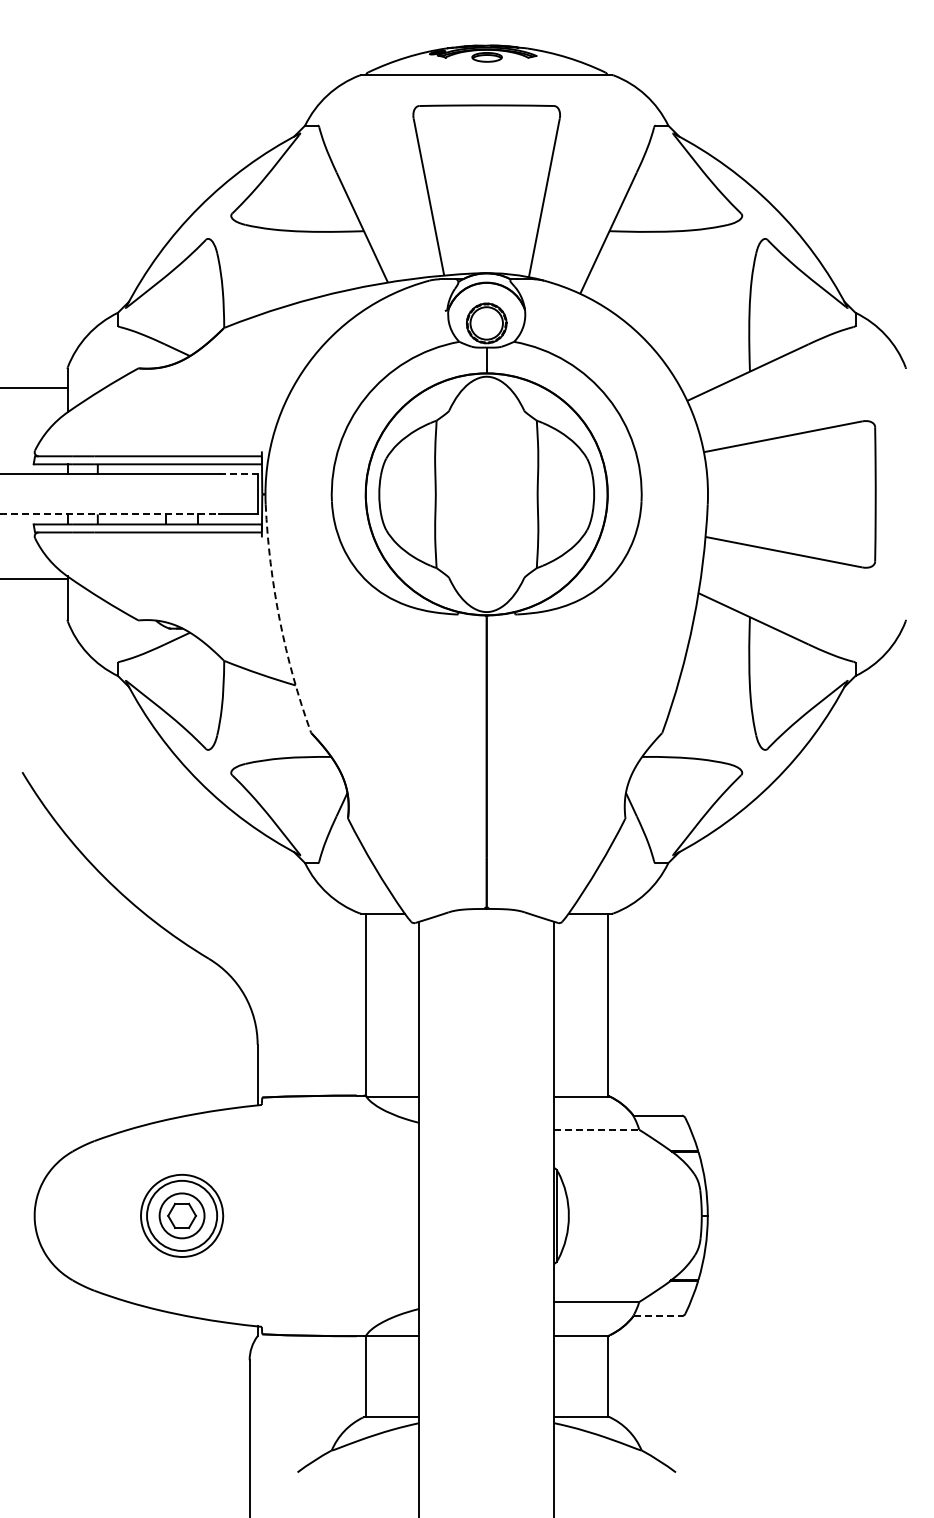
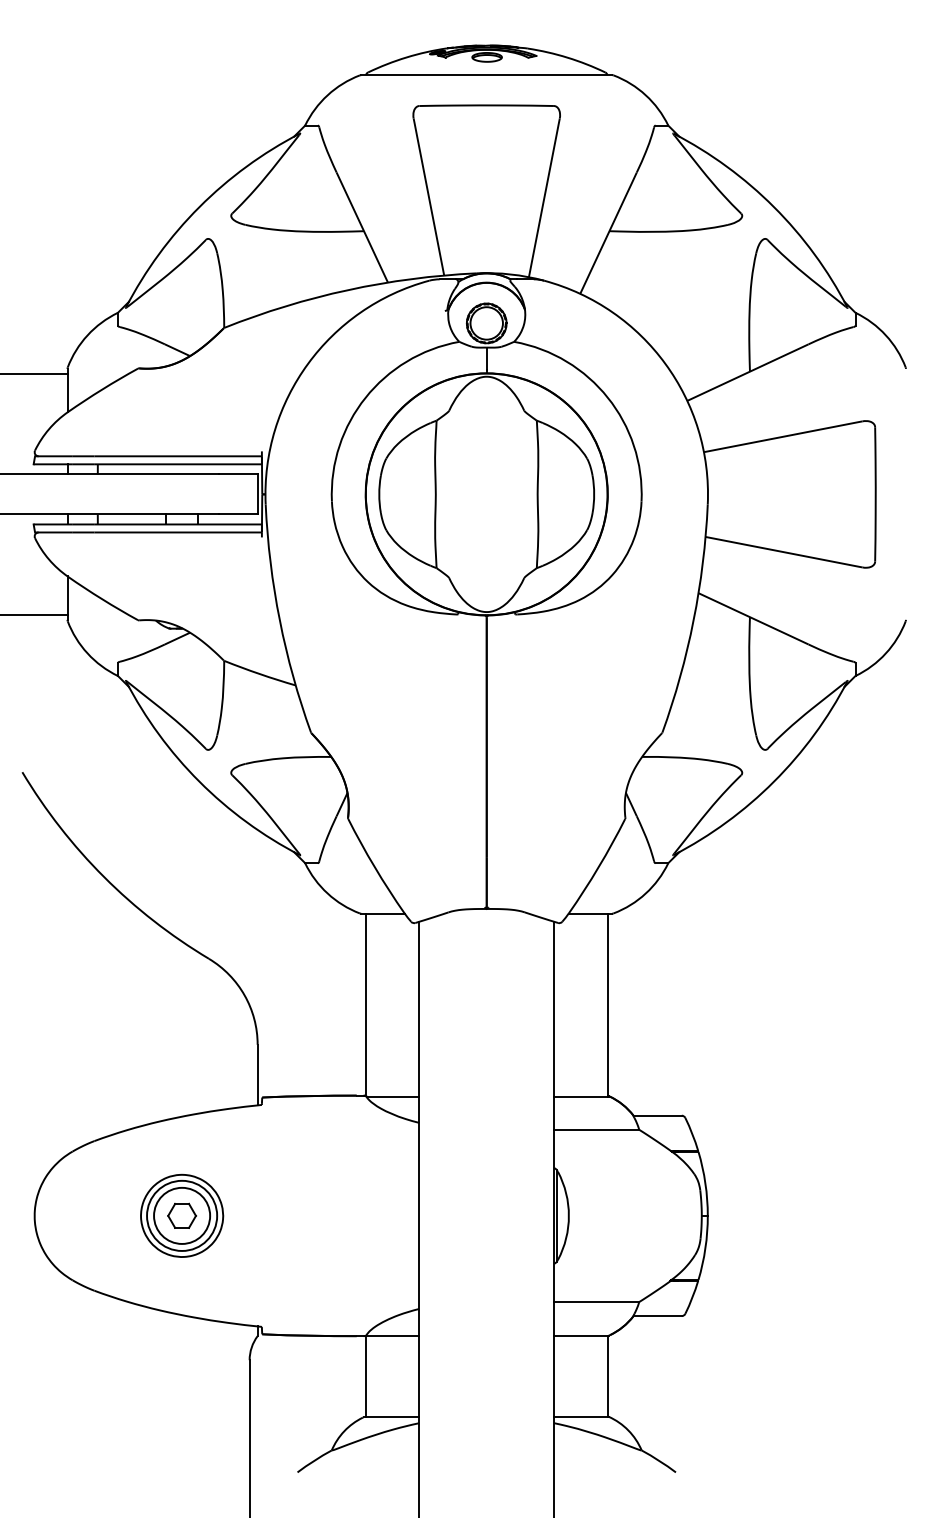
line at (34, 387) position: (34, 387) -> (34, 373)
line at (238, 474): dashed -> solid
line at (110, 514): dashed -> solid
line at (34, 579) position: (34, 579) -> (34, 615)
arc at (279, 620): dashed -> solid
line at (597, 1129): dashed -> solid
circle at (181, 1215) diameter: 45 px -> 56 px
line at (658, 1316): dashed -> solid
